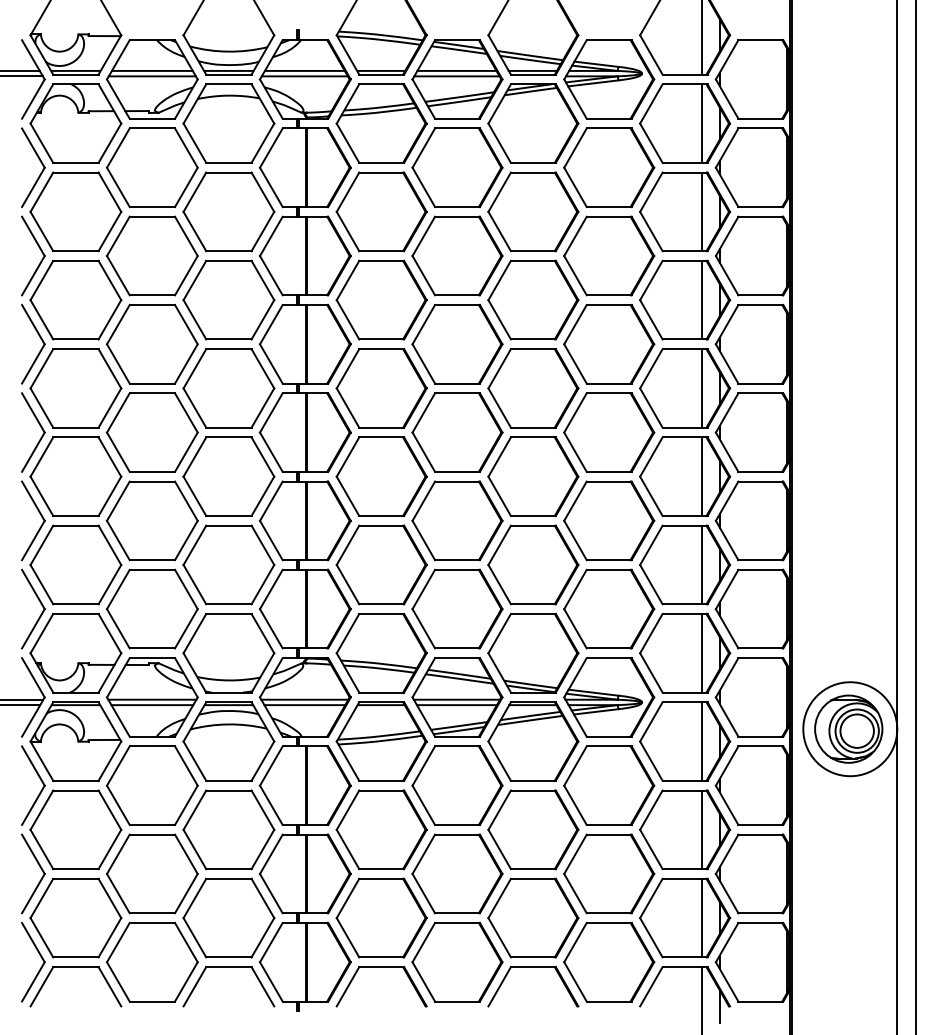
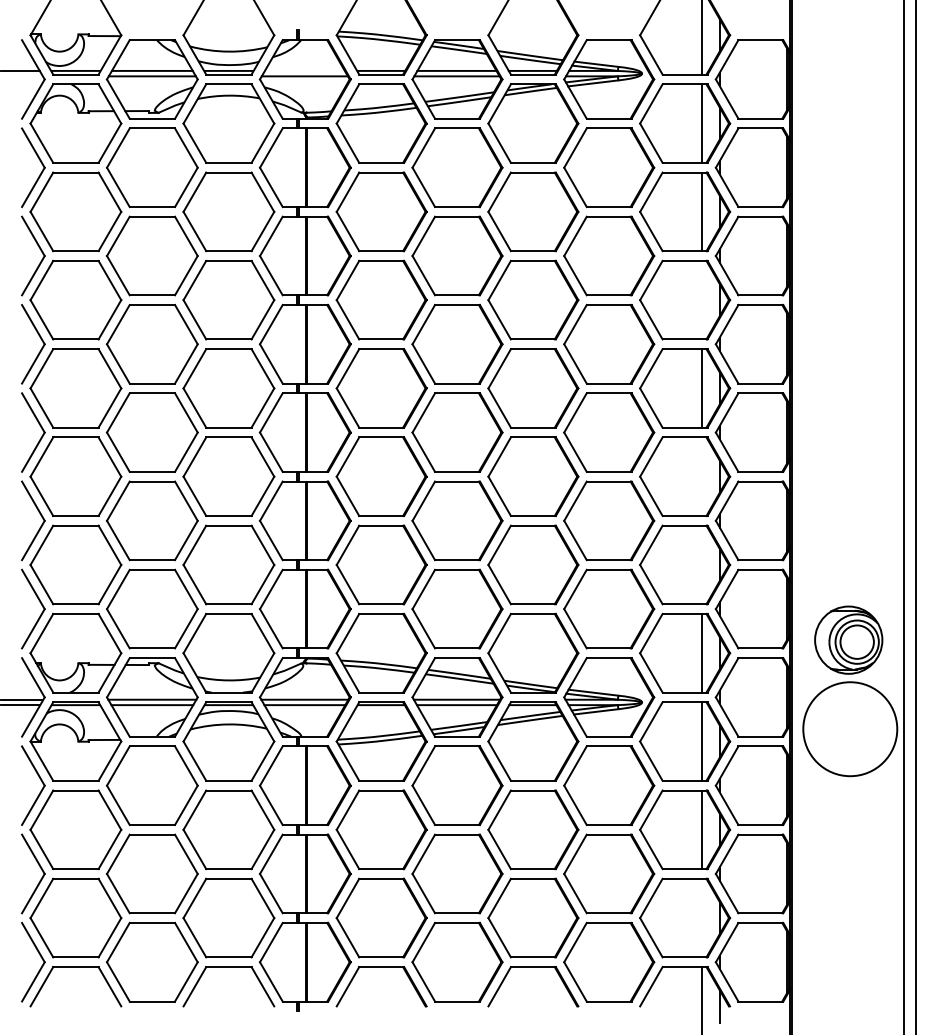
line at (304, 70): present -> none
line at (22, 76): present -> none
line at (702, 299): present -> none
line at (702, 476): present -> none
line at (897, 516) position: (897, 516) -> (904, 516)
line at (702, 564): present -> none
part at (848, 728) position: (848, 728) -> (848, 639)
line at (702, 917): present -> none
